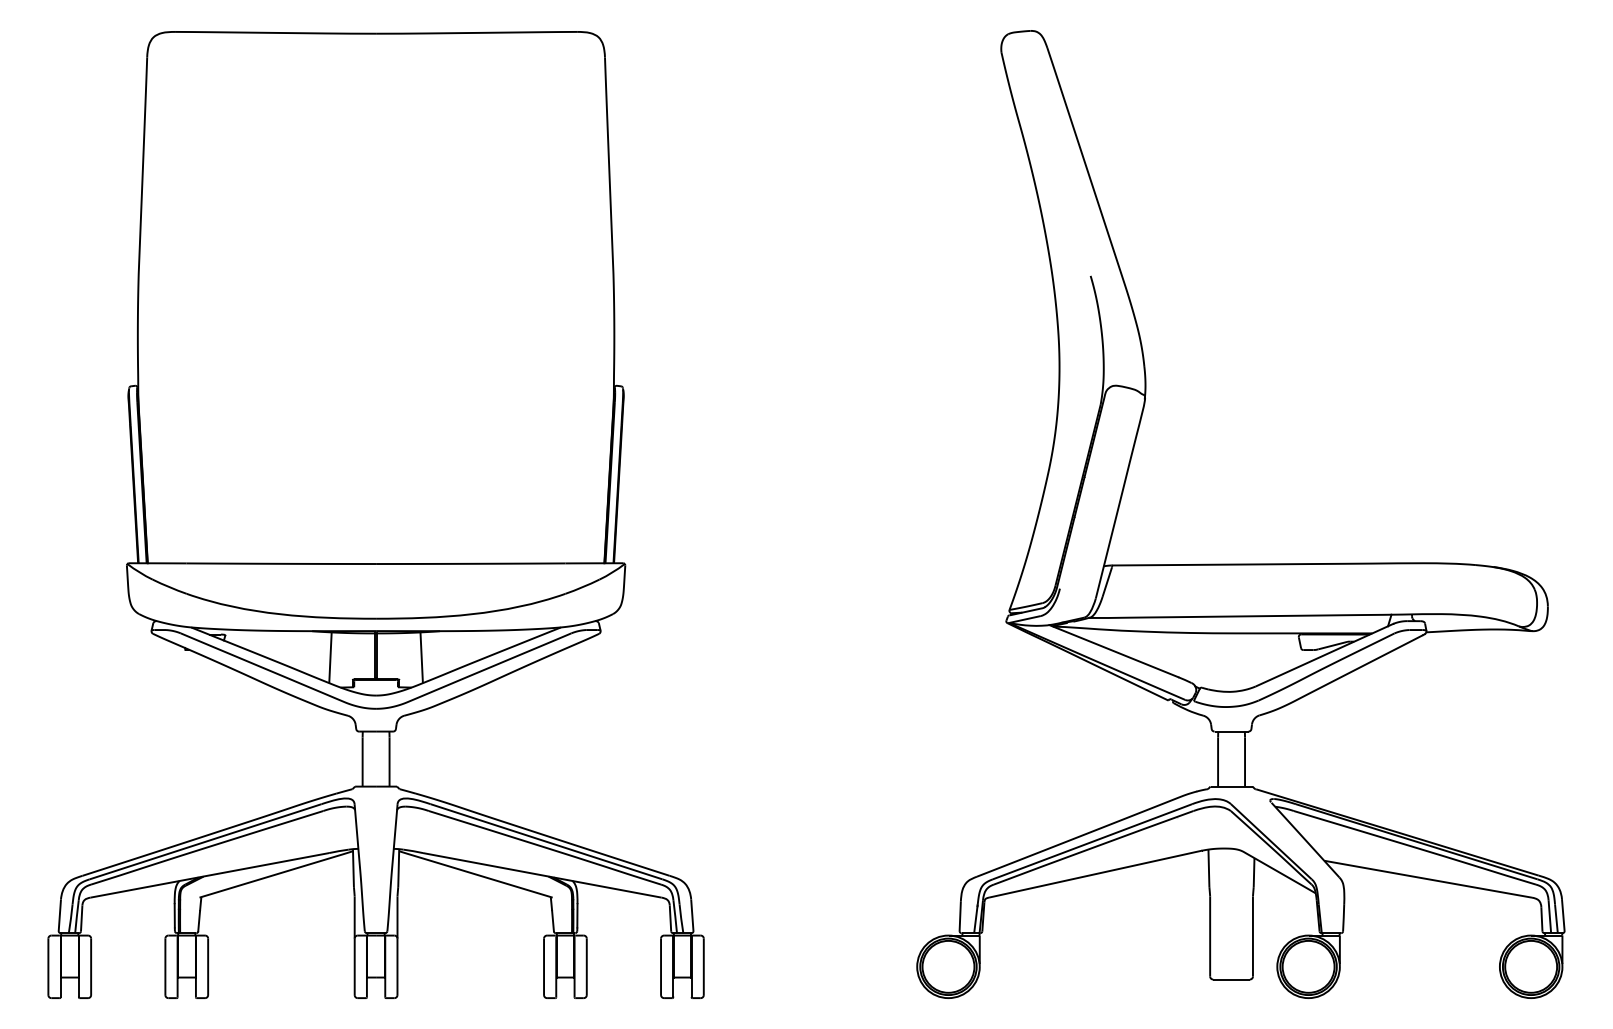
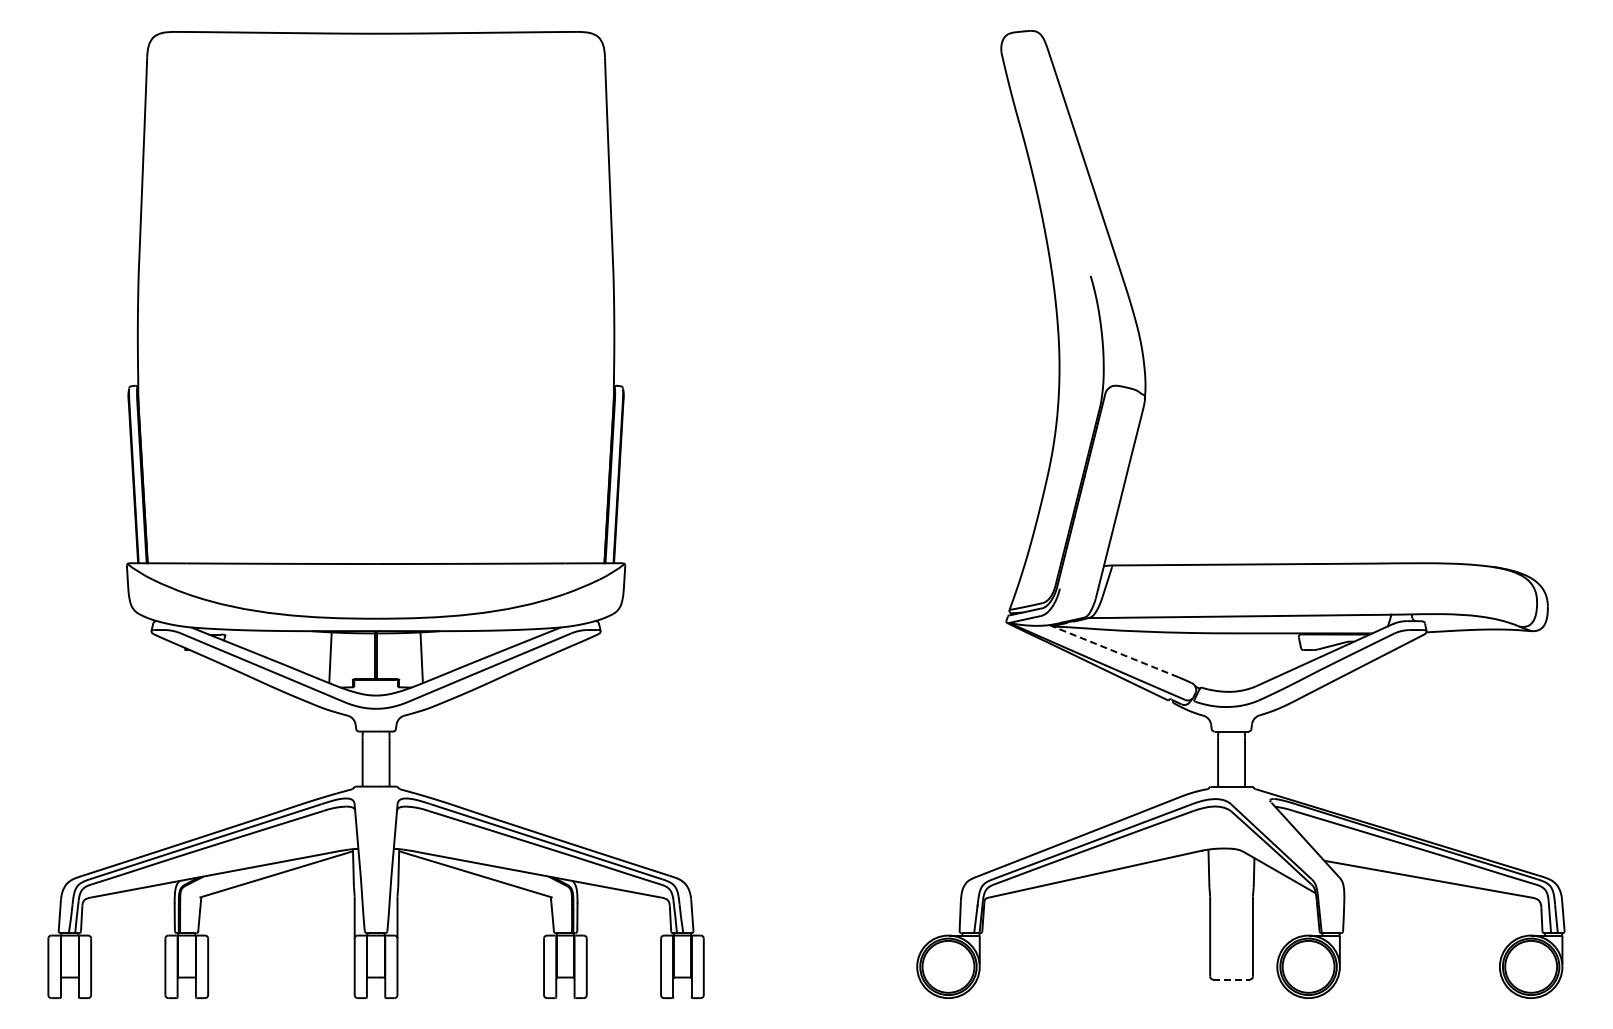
line at (1114, 651): solid -> dashed
line at (1232, 979): solid -> dashed
